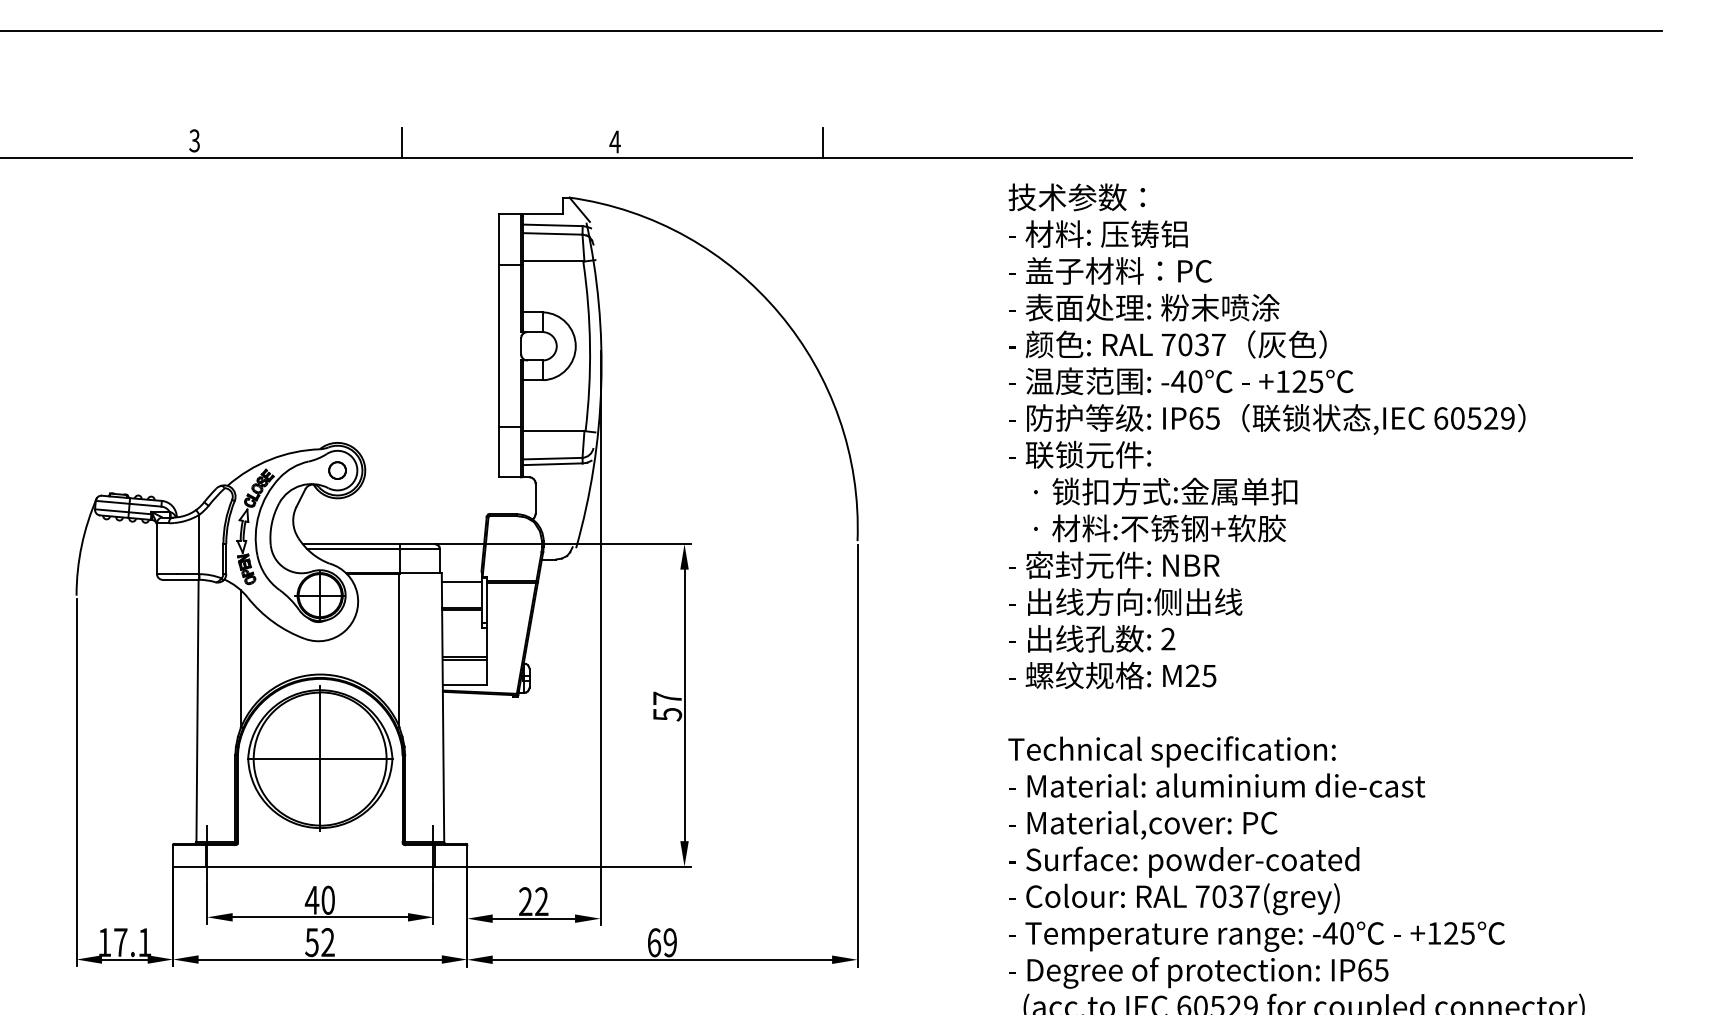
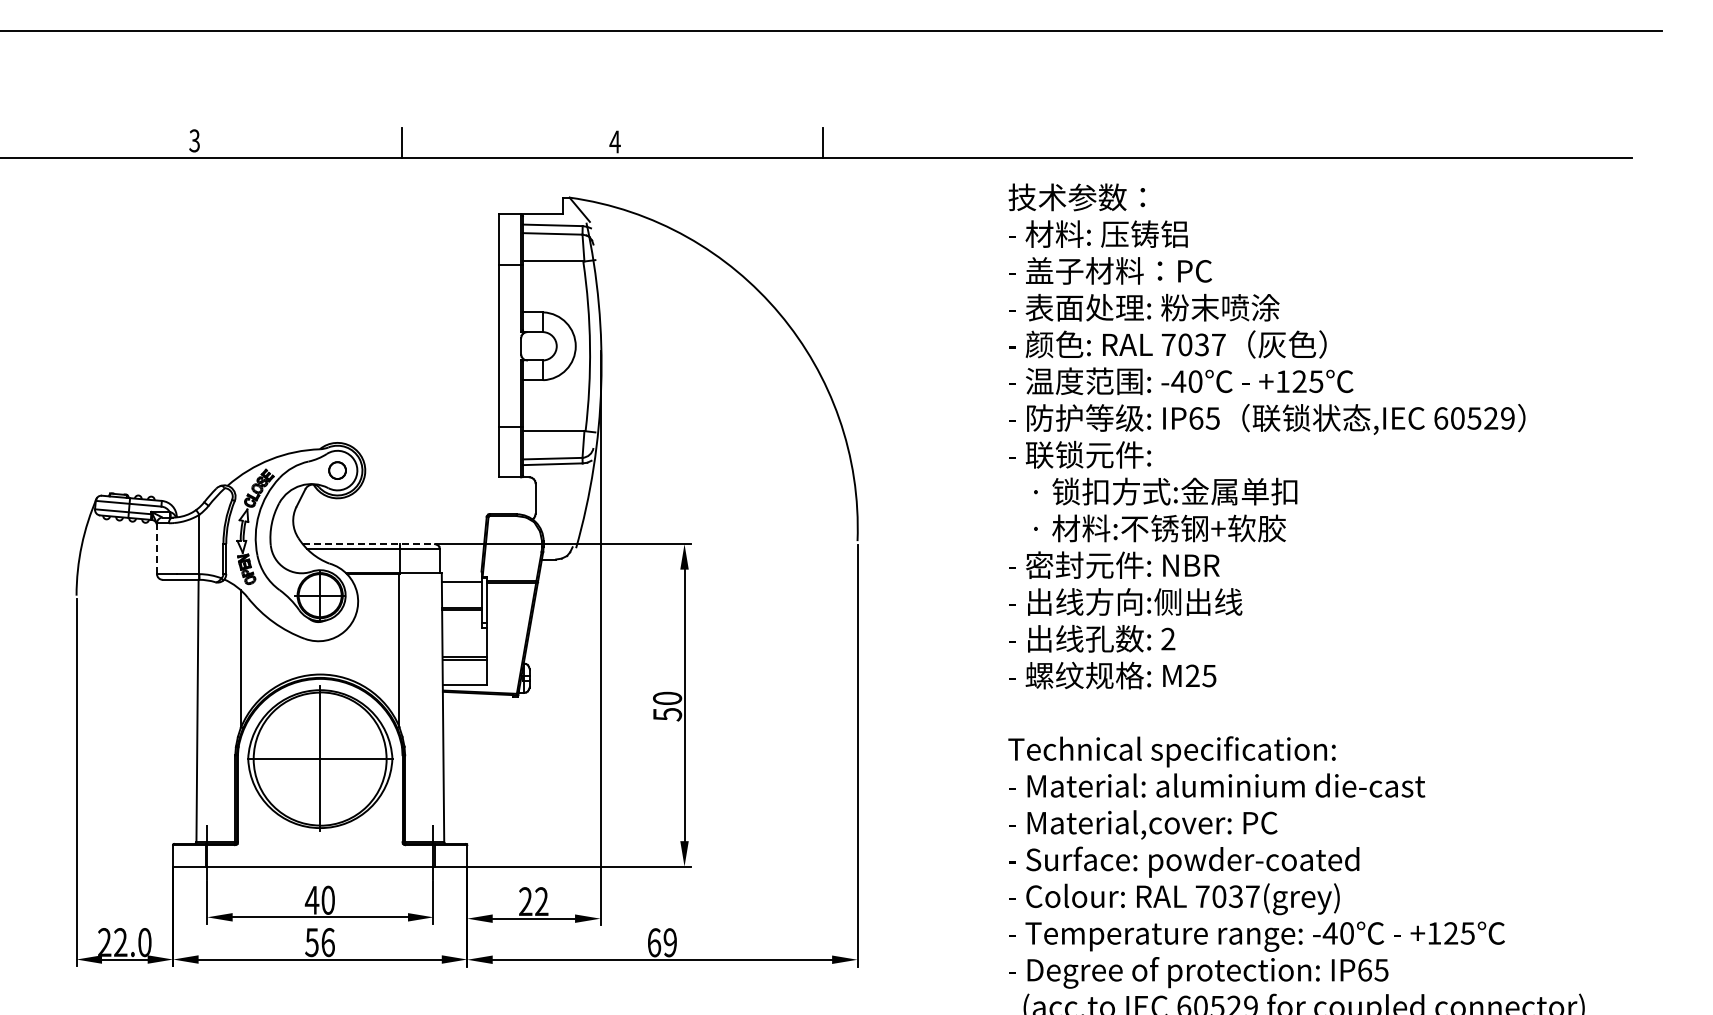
line at (369, 544): solid -> dashed
line at (157, 548): solid -> dashed
text at (667, 697): 57 -> 50
text at (124, 942): 17.1 -> 22.0
text at (327, 942): 52 -> 56
